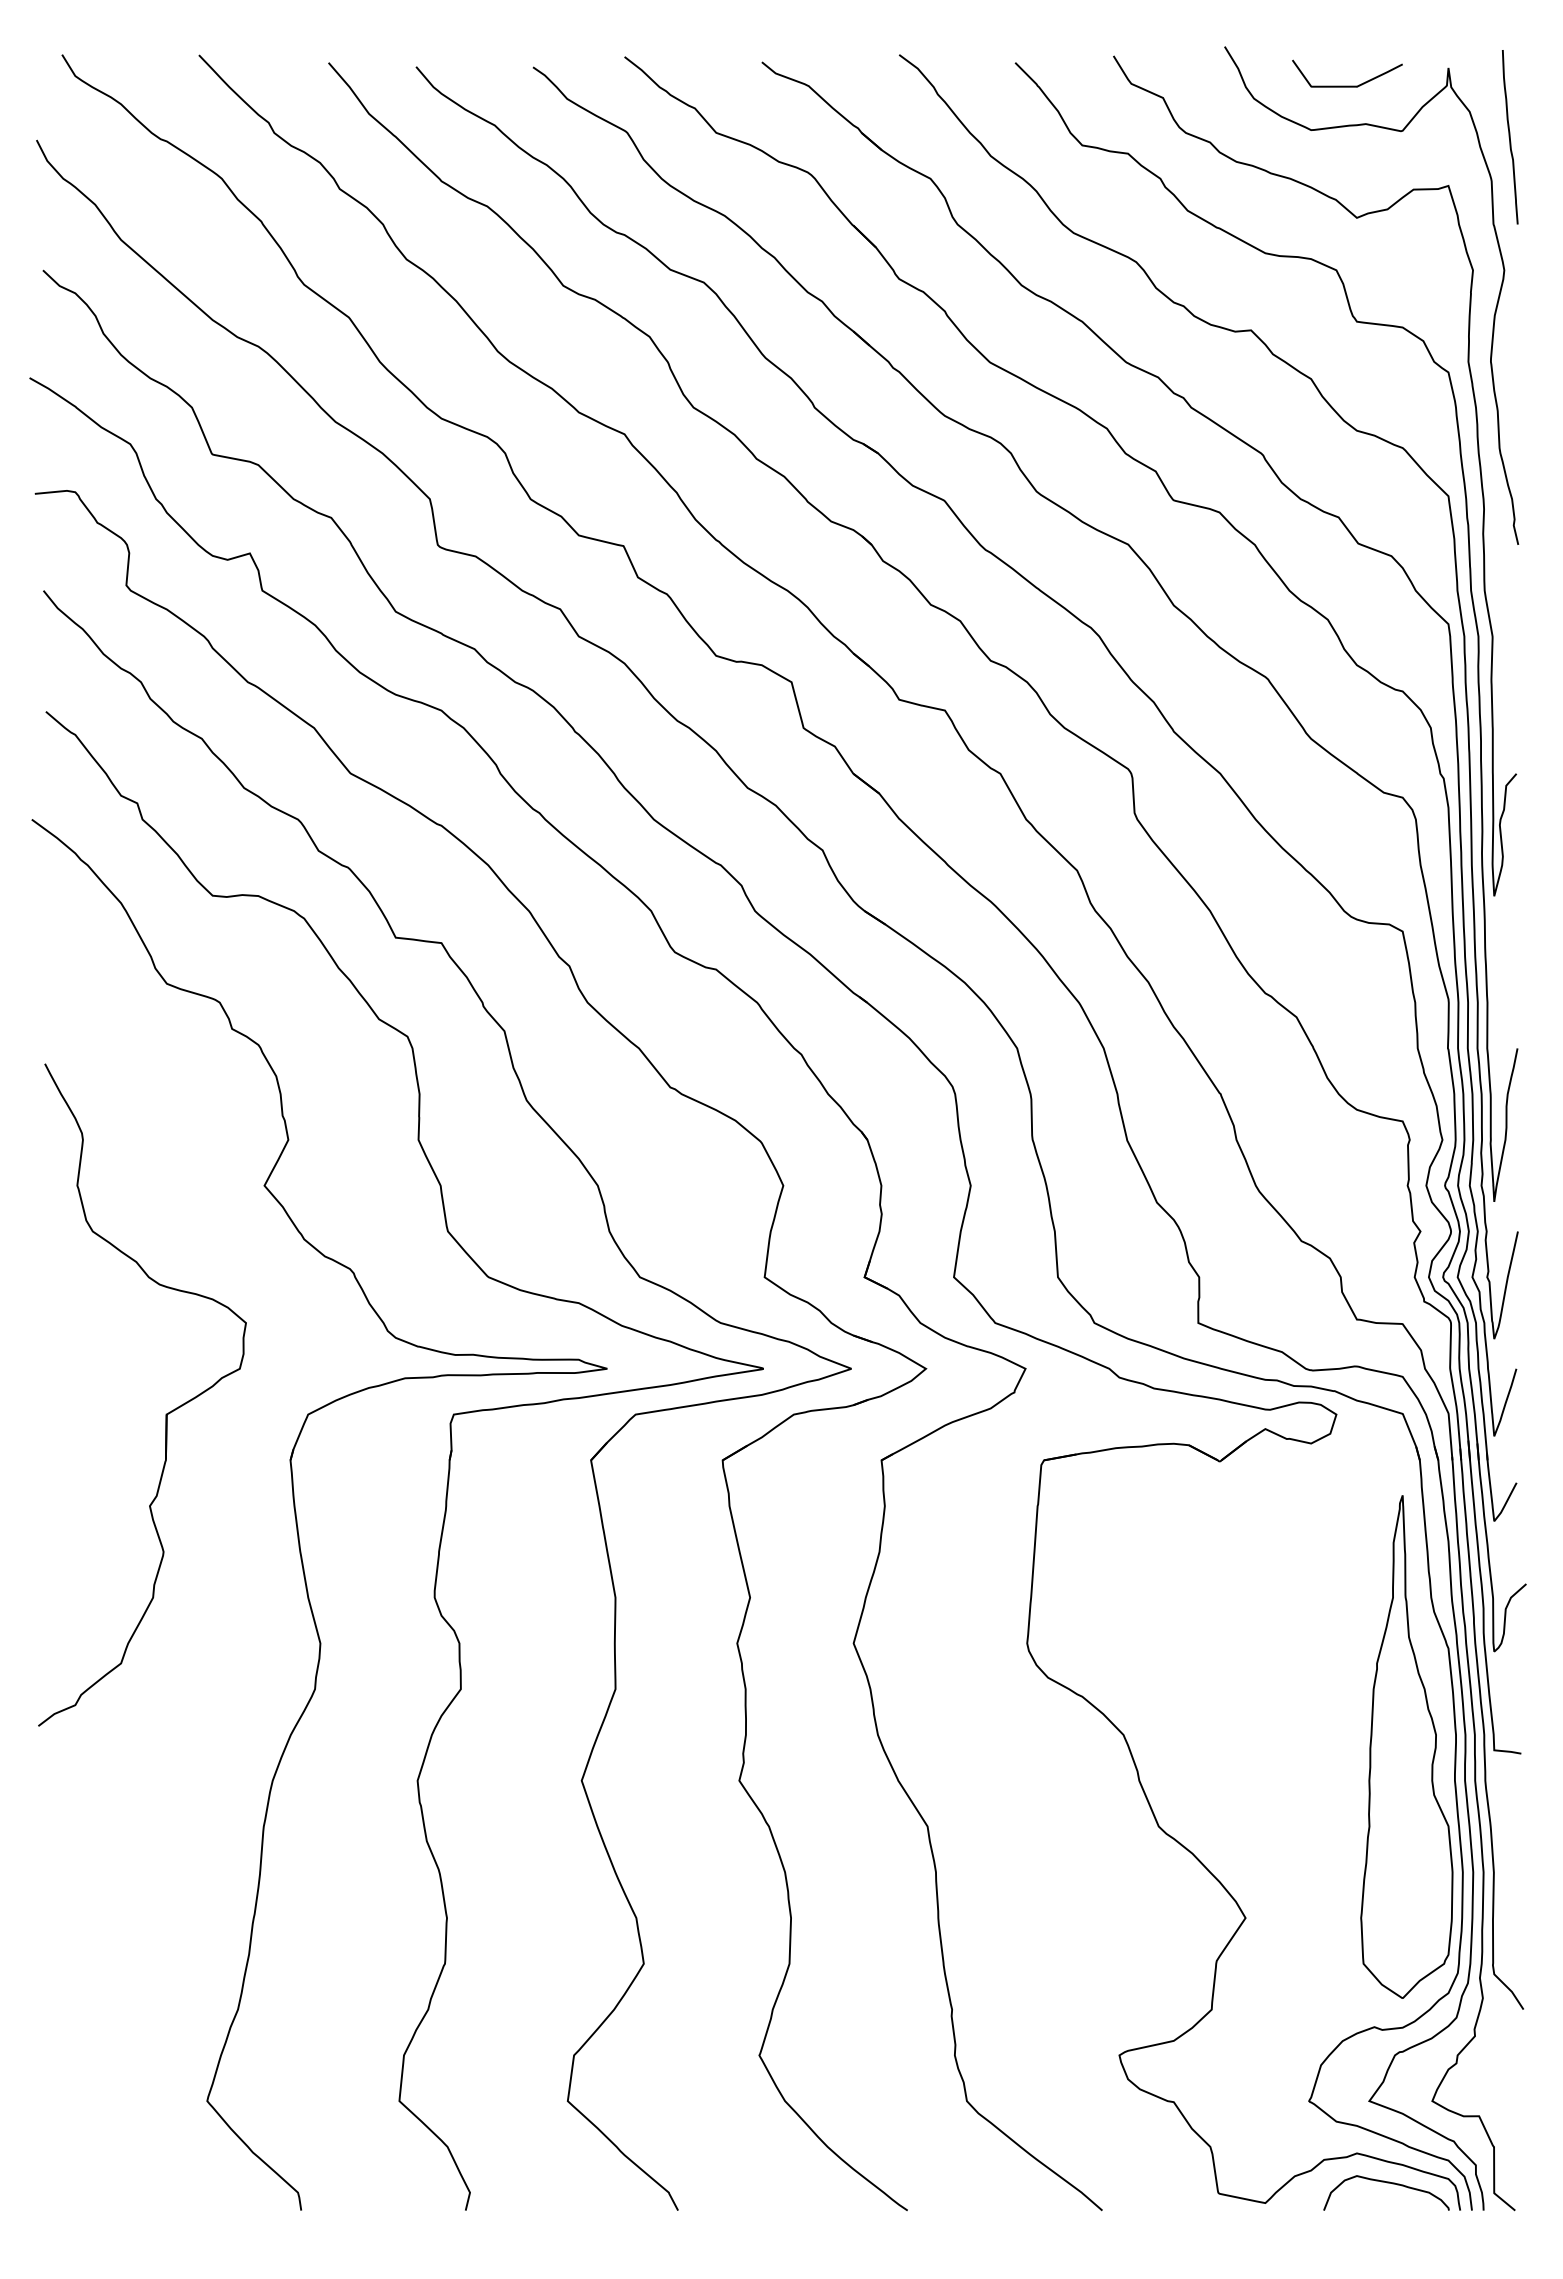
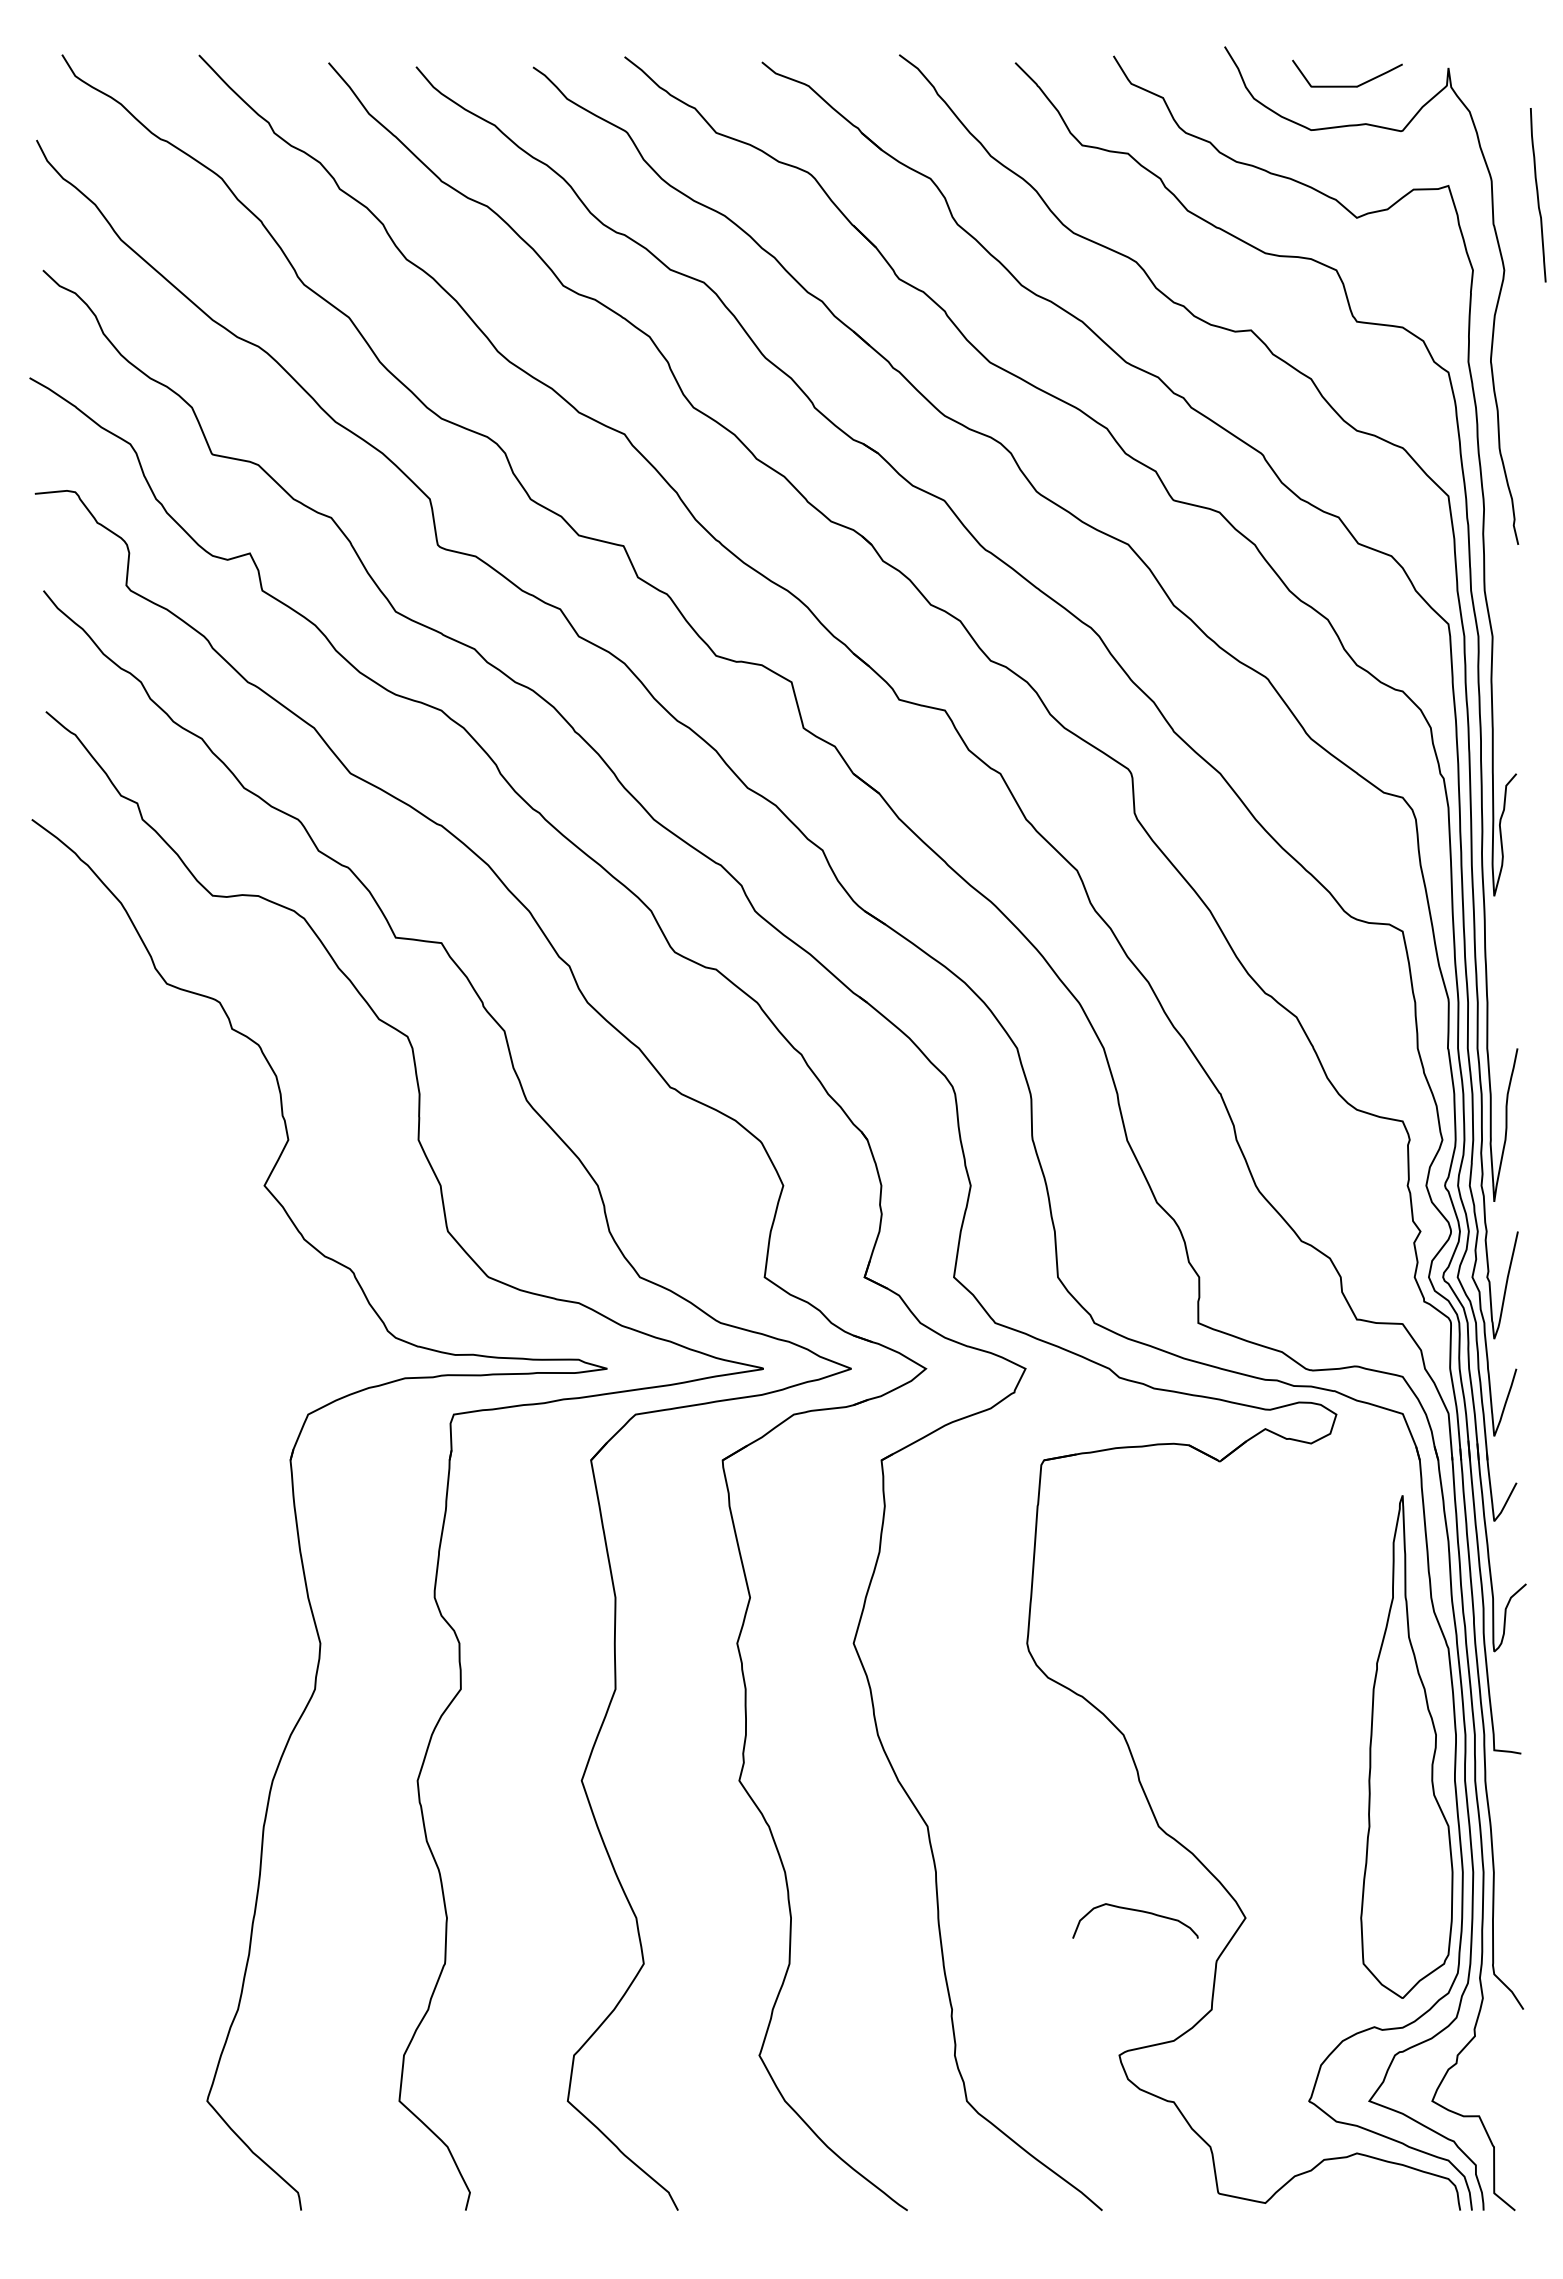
curve at (1510, 137) position: (1510, 137) -> (1538, 195)
part at (165, 1414): present -> none
curve at (1386, 2183) position: (1386, 2183) -> (1135, 1911)
